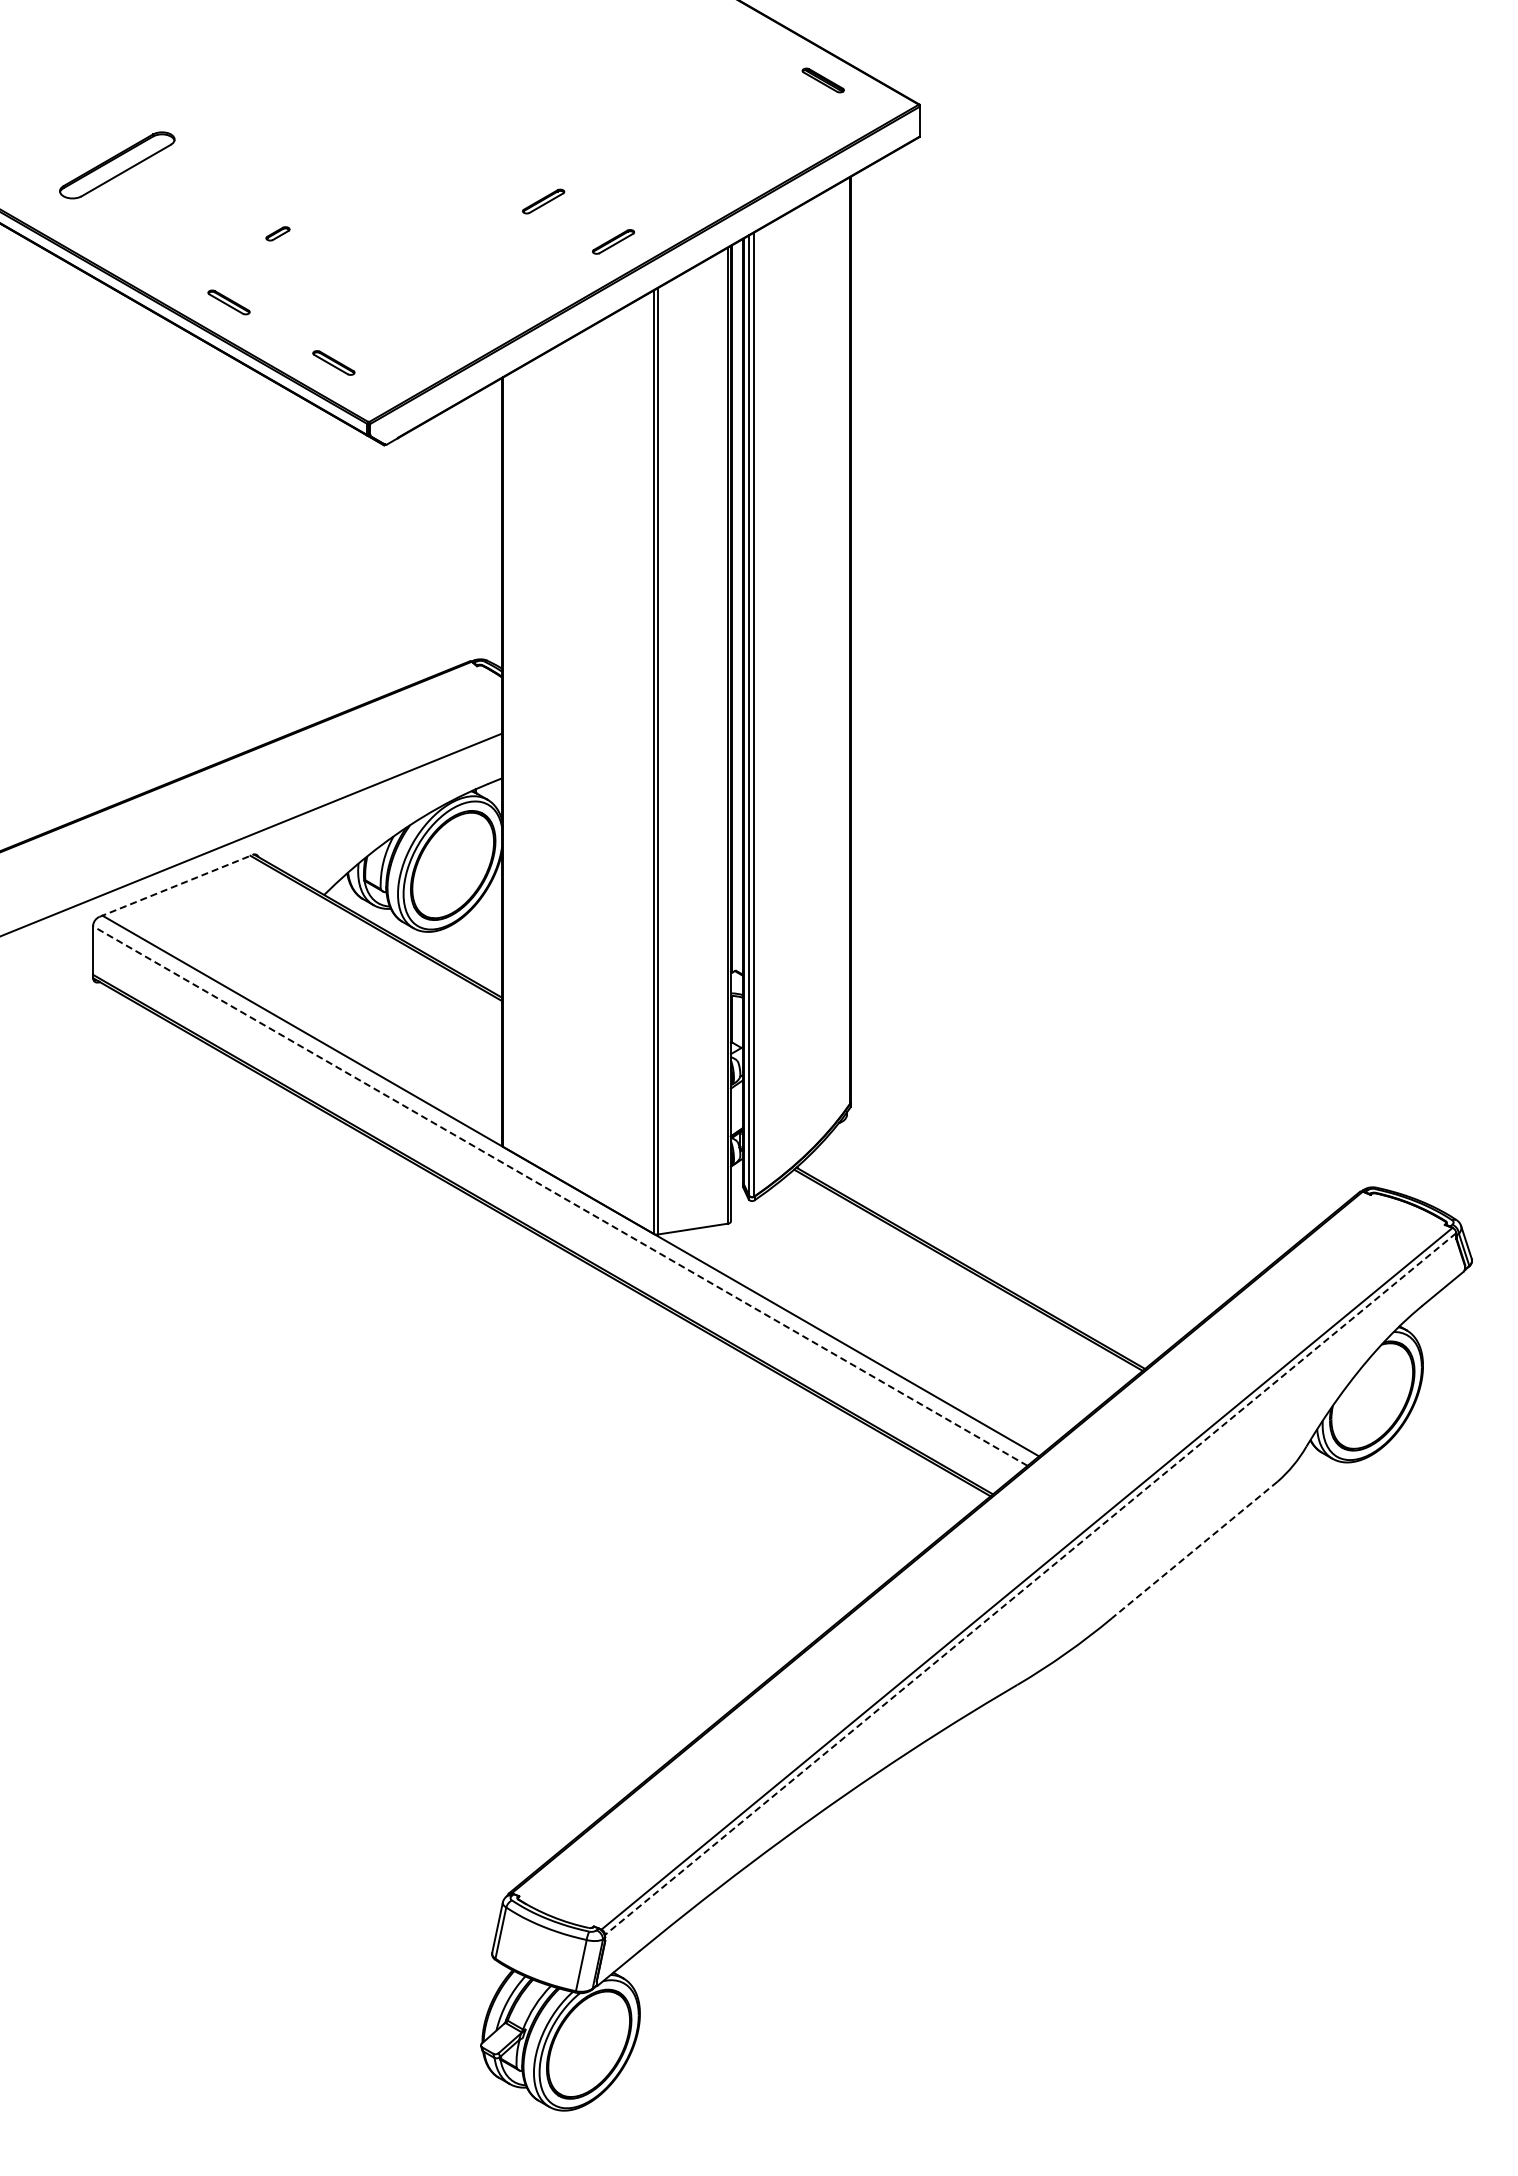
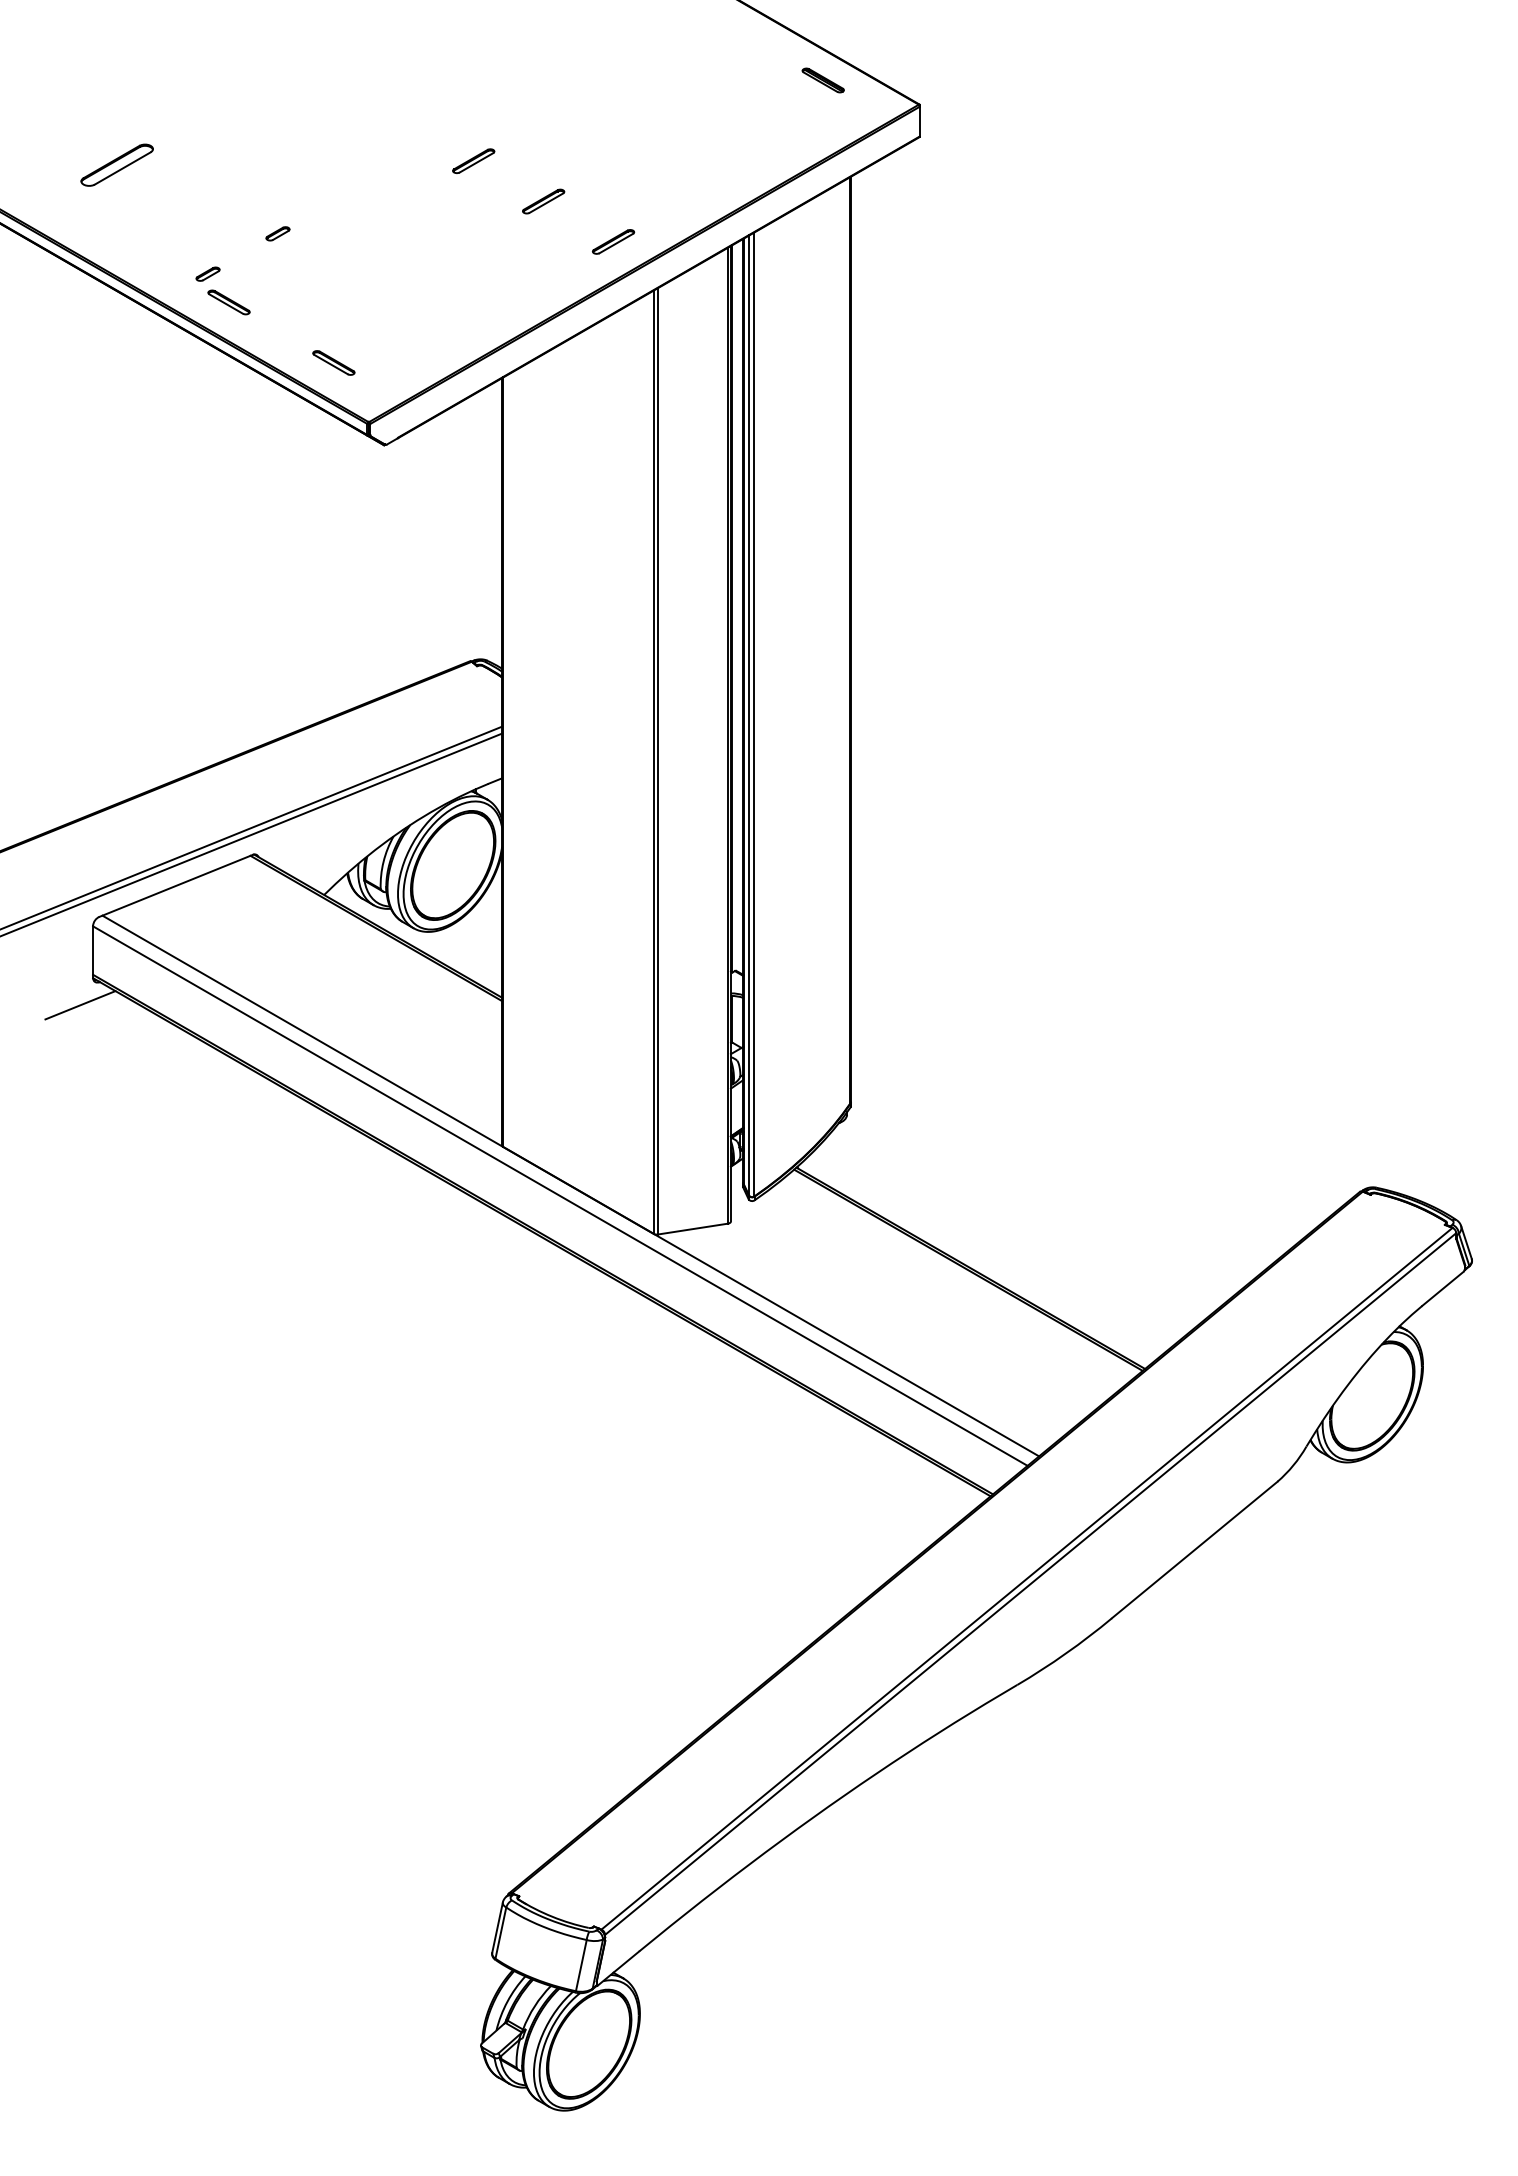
part at (473, 160): none -> present
part at (117, 165) size: 117x69 px -> 74x44 px
part at (207, 273): none -> present
line at (252, 827): none -> present
line at (176, 885): dashed -> solid
line at (80, 1005): none -> present
line at (560, 1196): dashed -> solid
line at (1194, 1550): dashed -> solid
line at (1030, 1584): dashed -> solid
